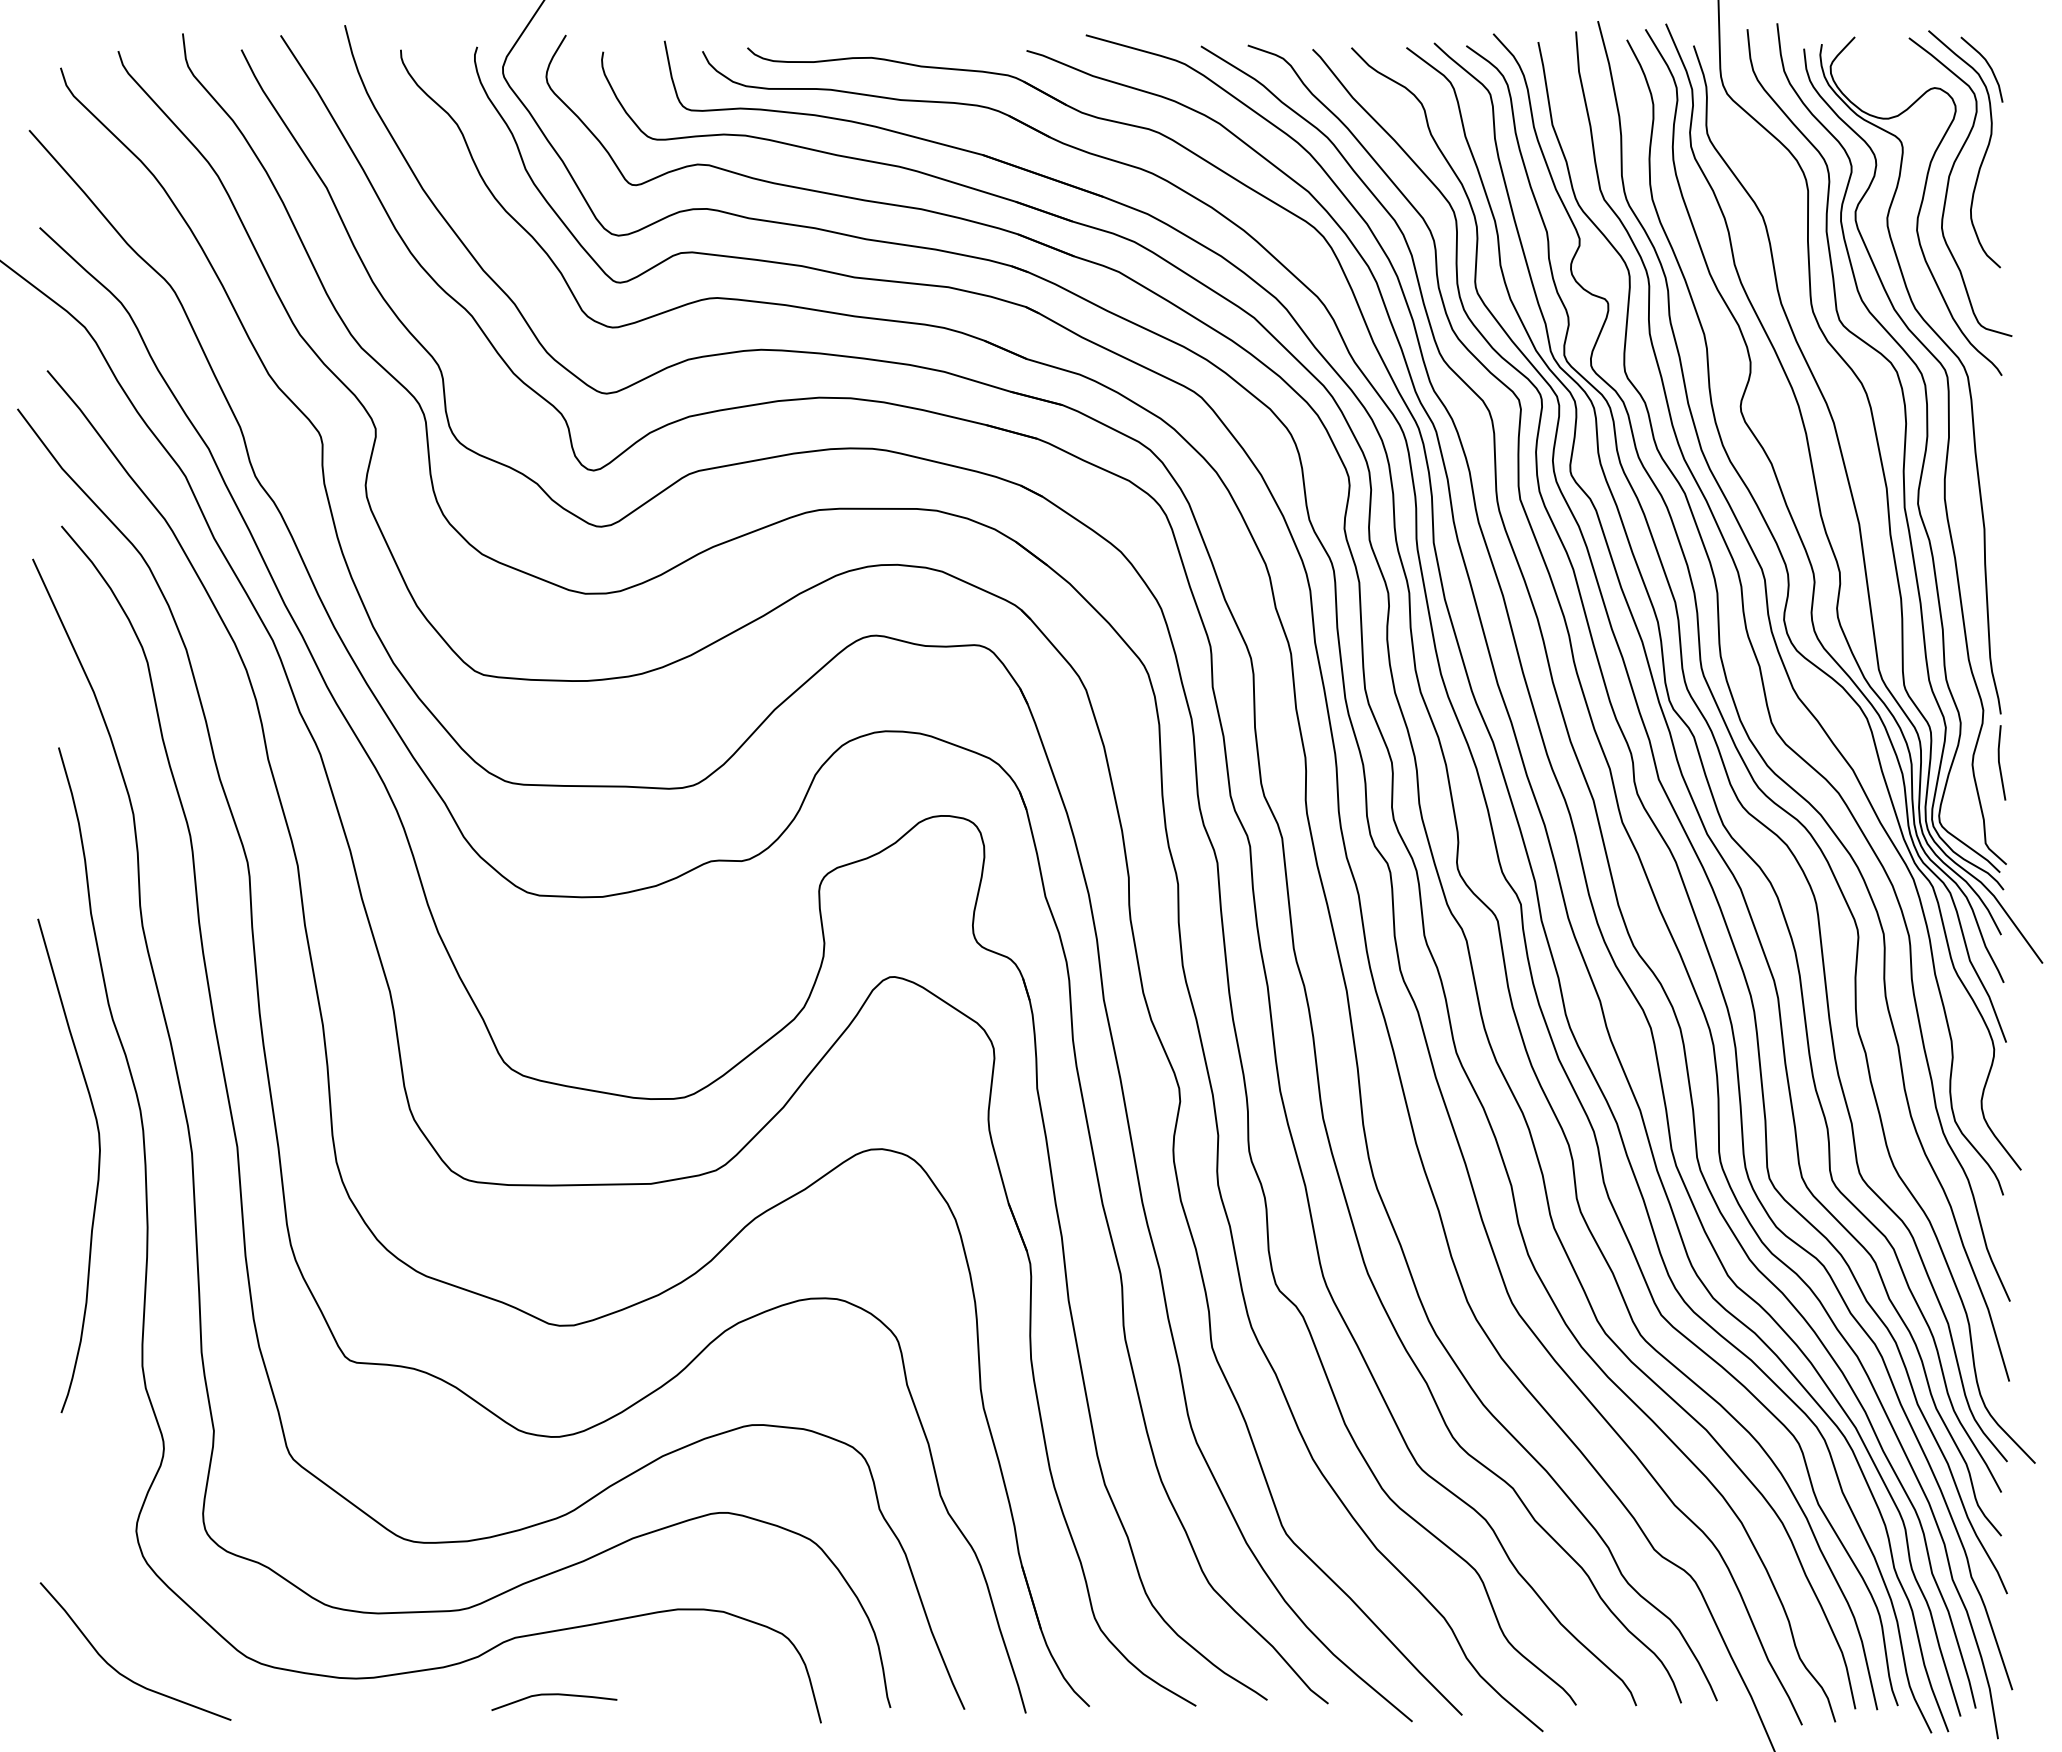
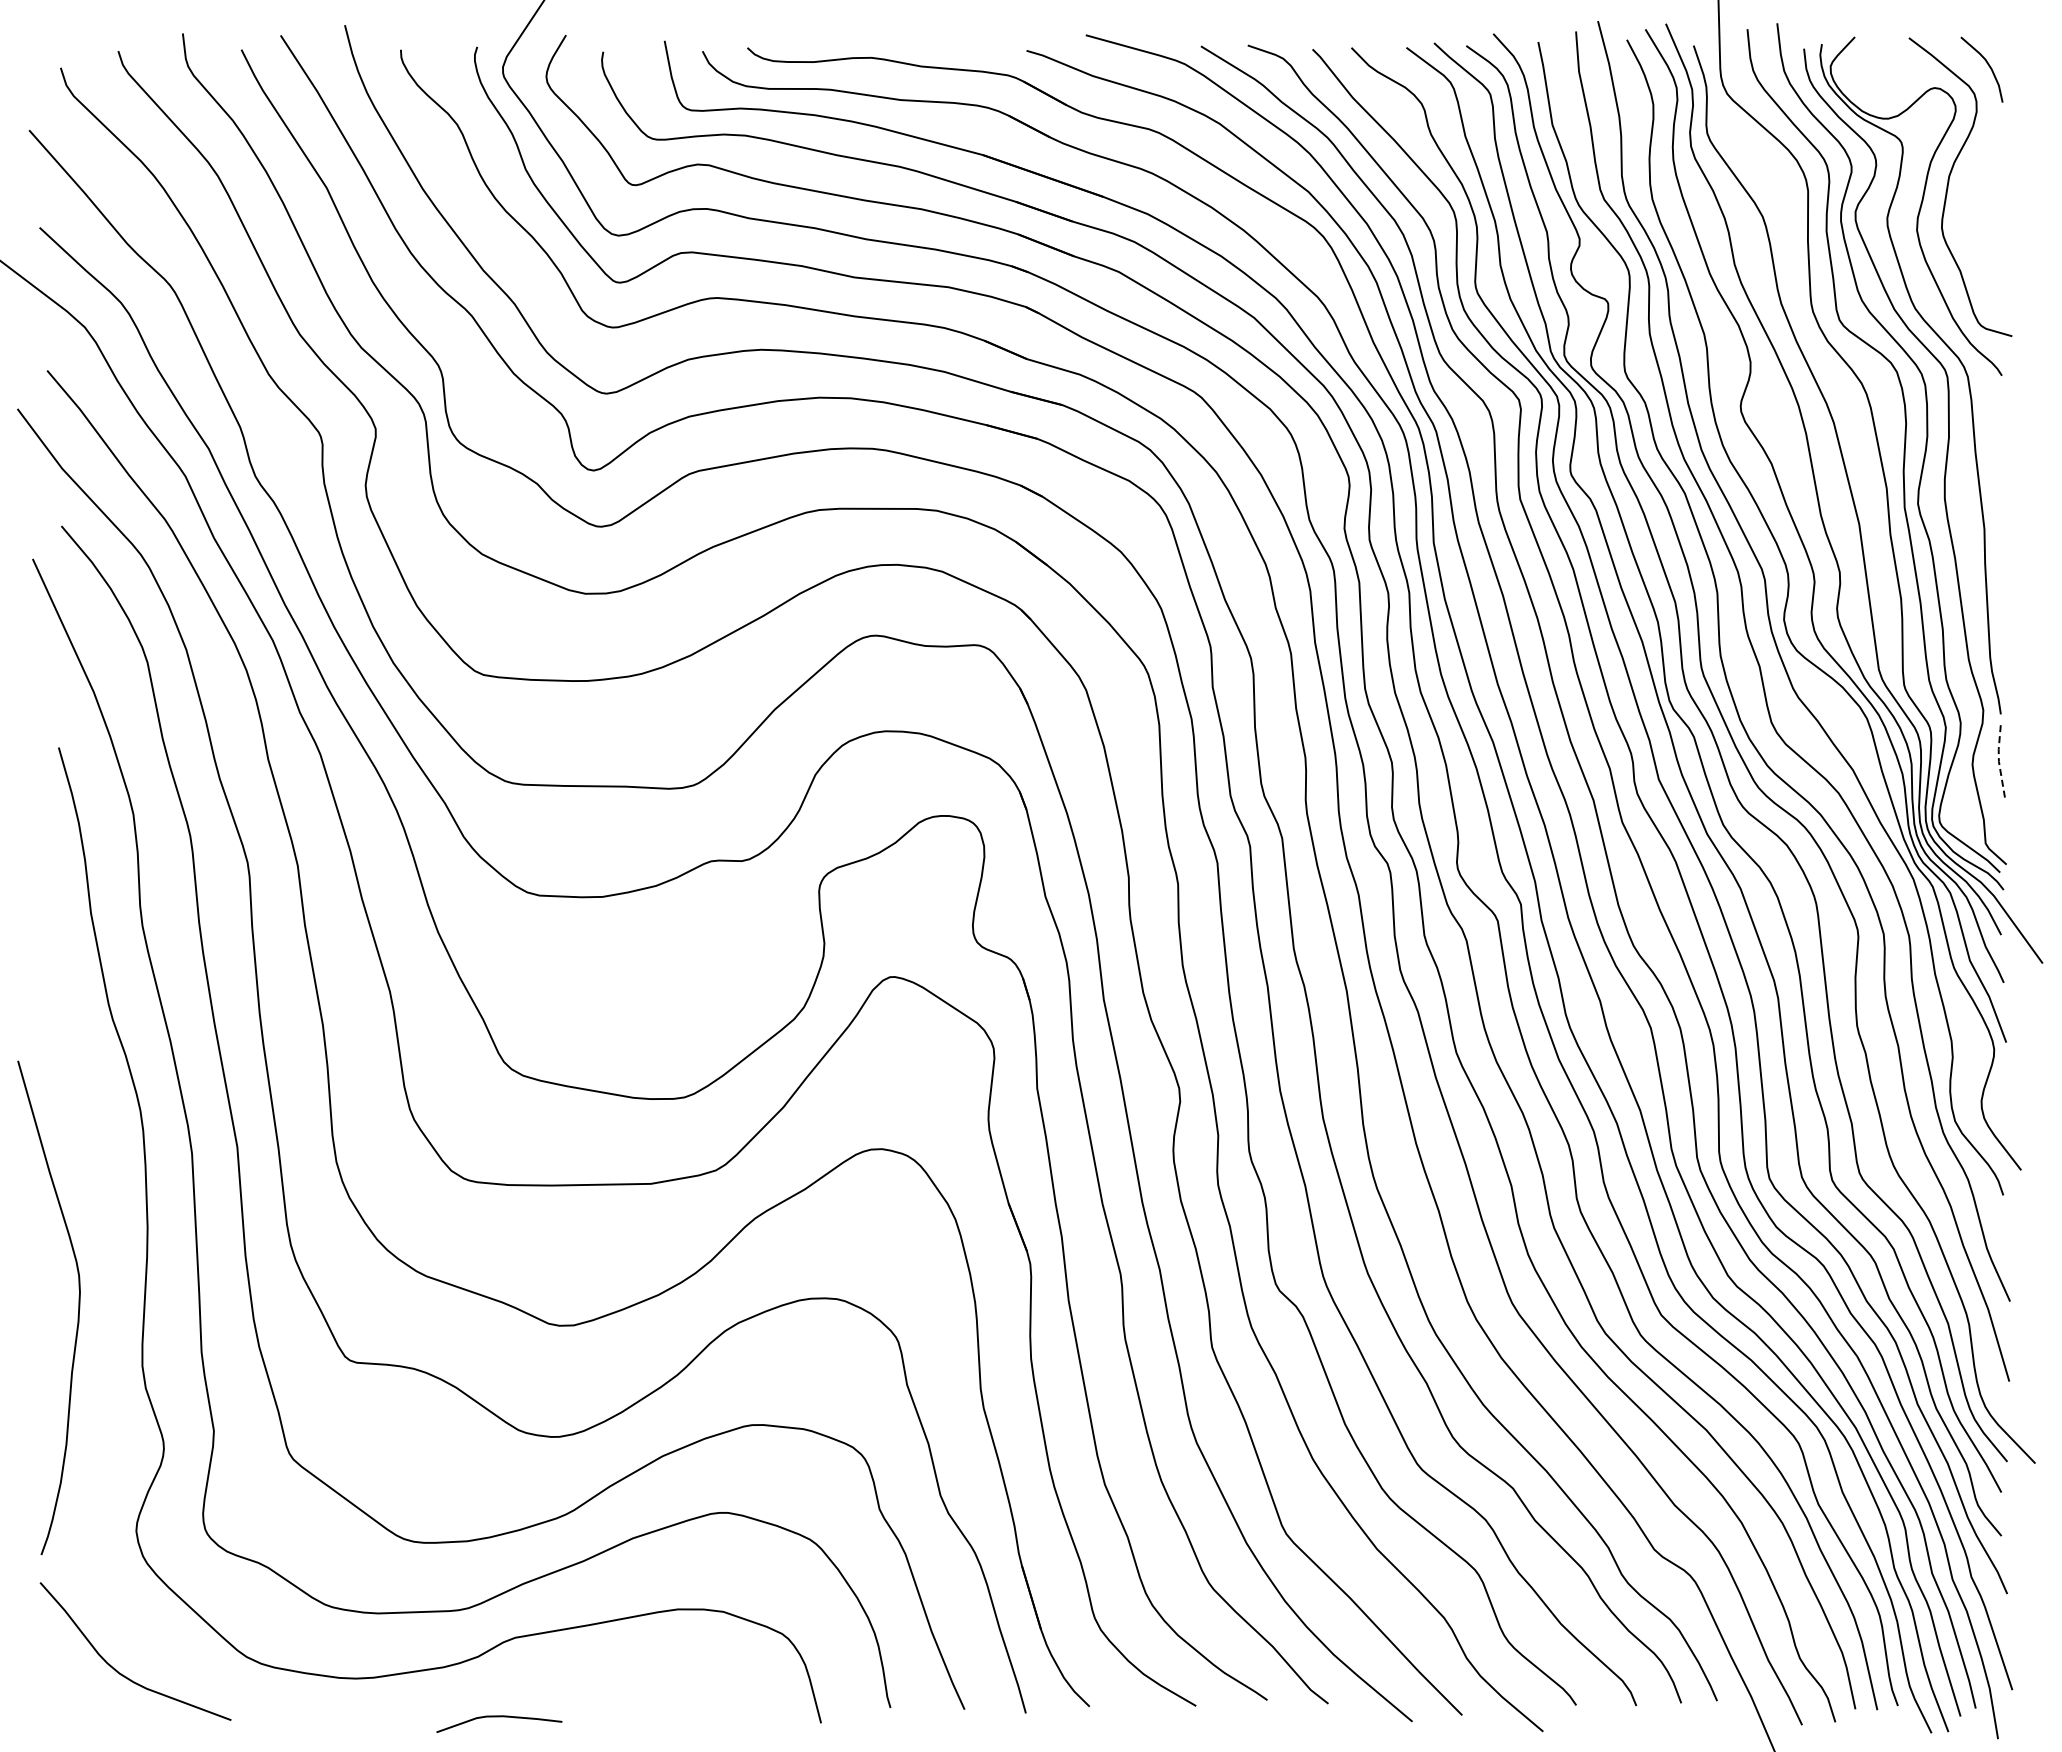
curve at (1983, 155): present -> none
line at (1998, 761): solid -> dashed
curve at (98, 1165) position: (98, 1165) -> (78, 1307)
curve at (554, 1695) position: (554, 1695) -> (499, 1717)
